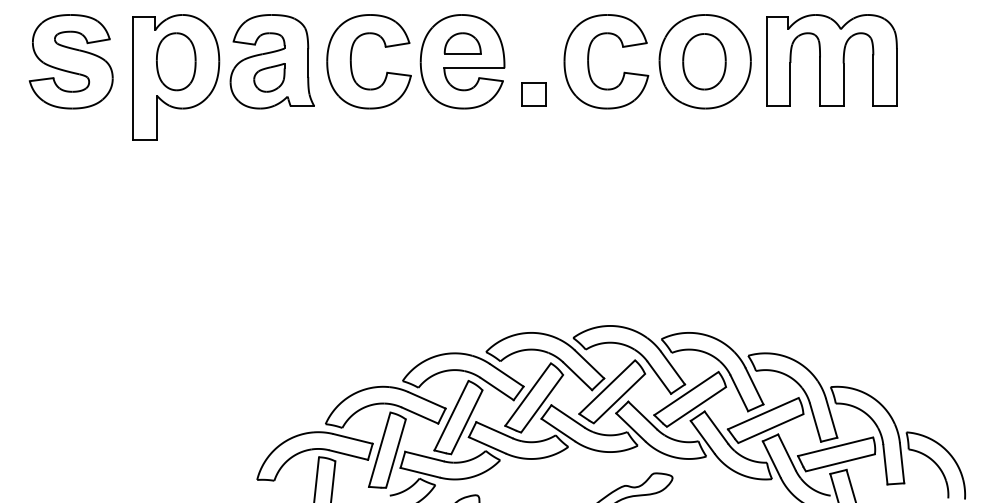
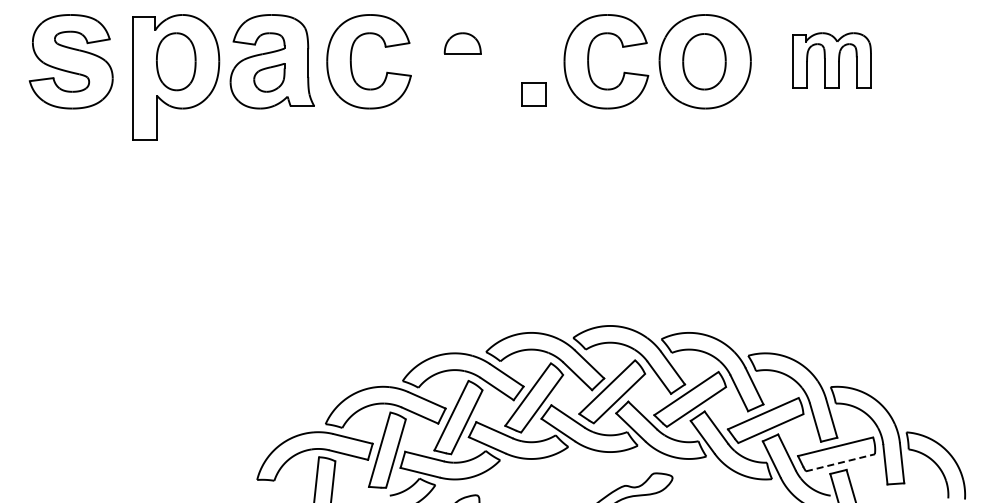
part at (831, 60) size: 132x93 px -> 80x57 px
part at (462, 61): present -> none
line at (840, 462): solid -> dashed
